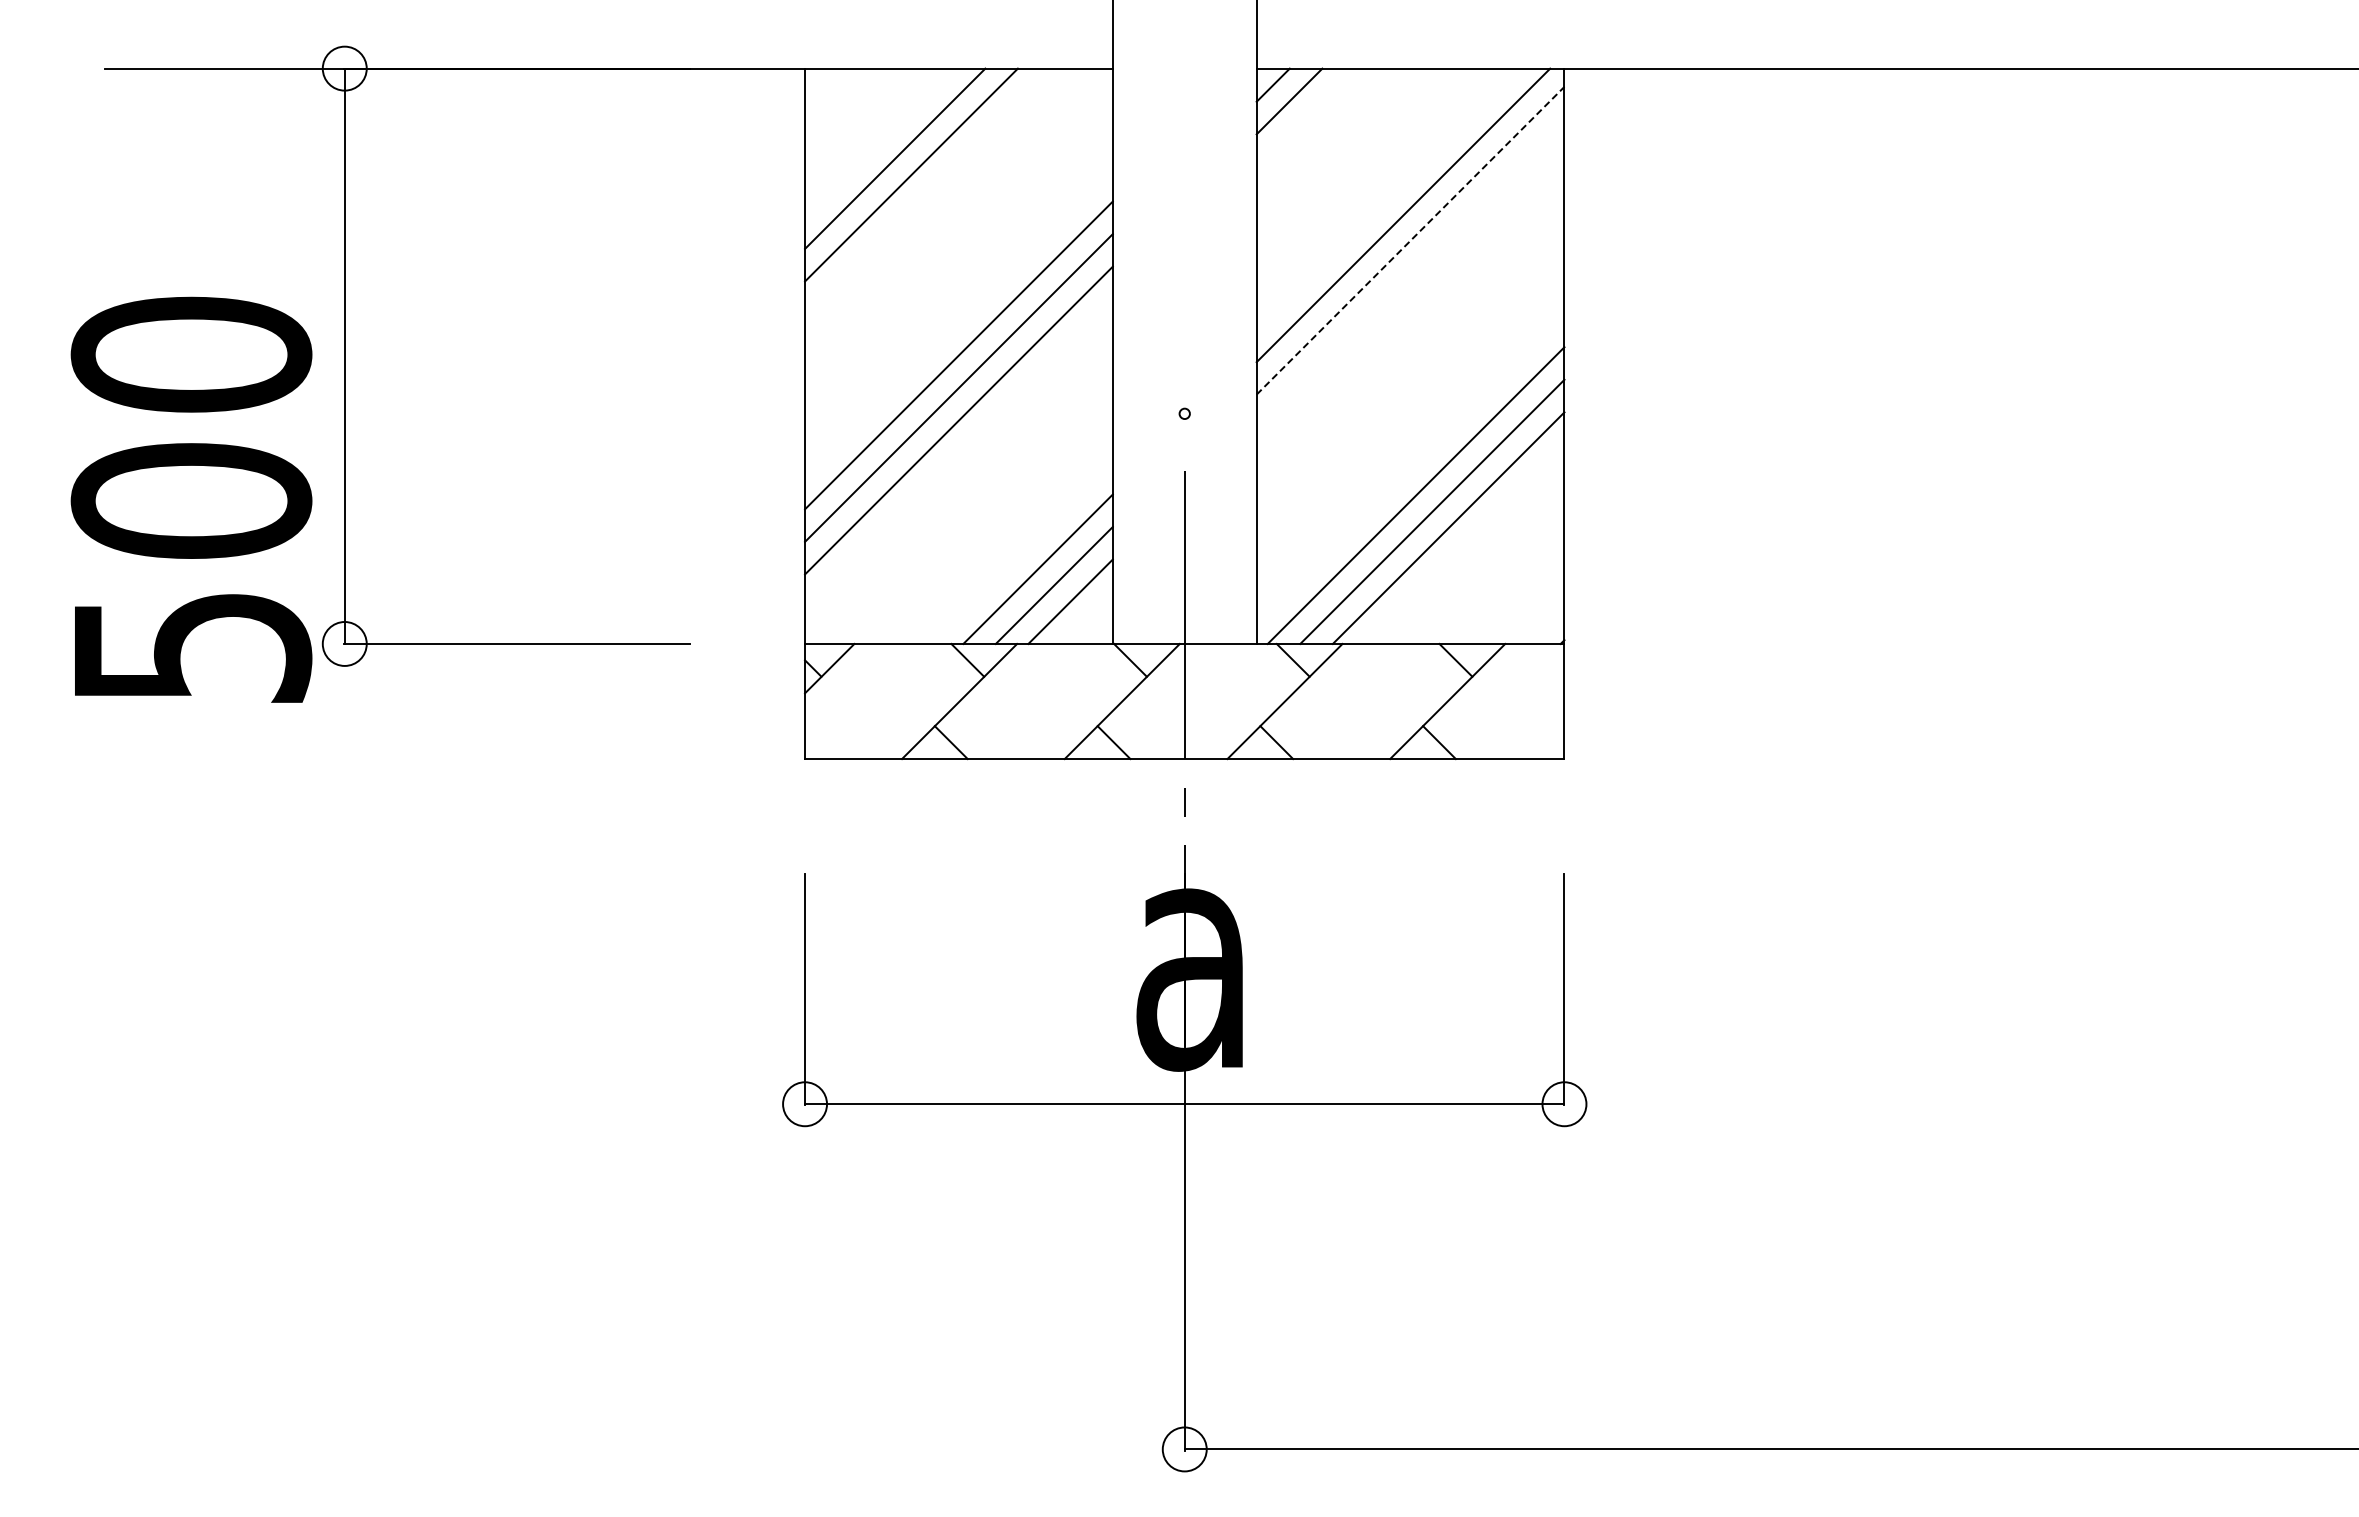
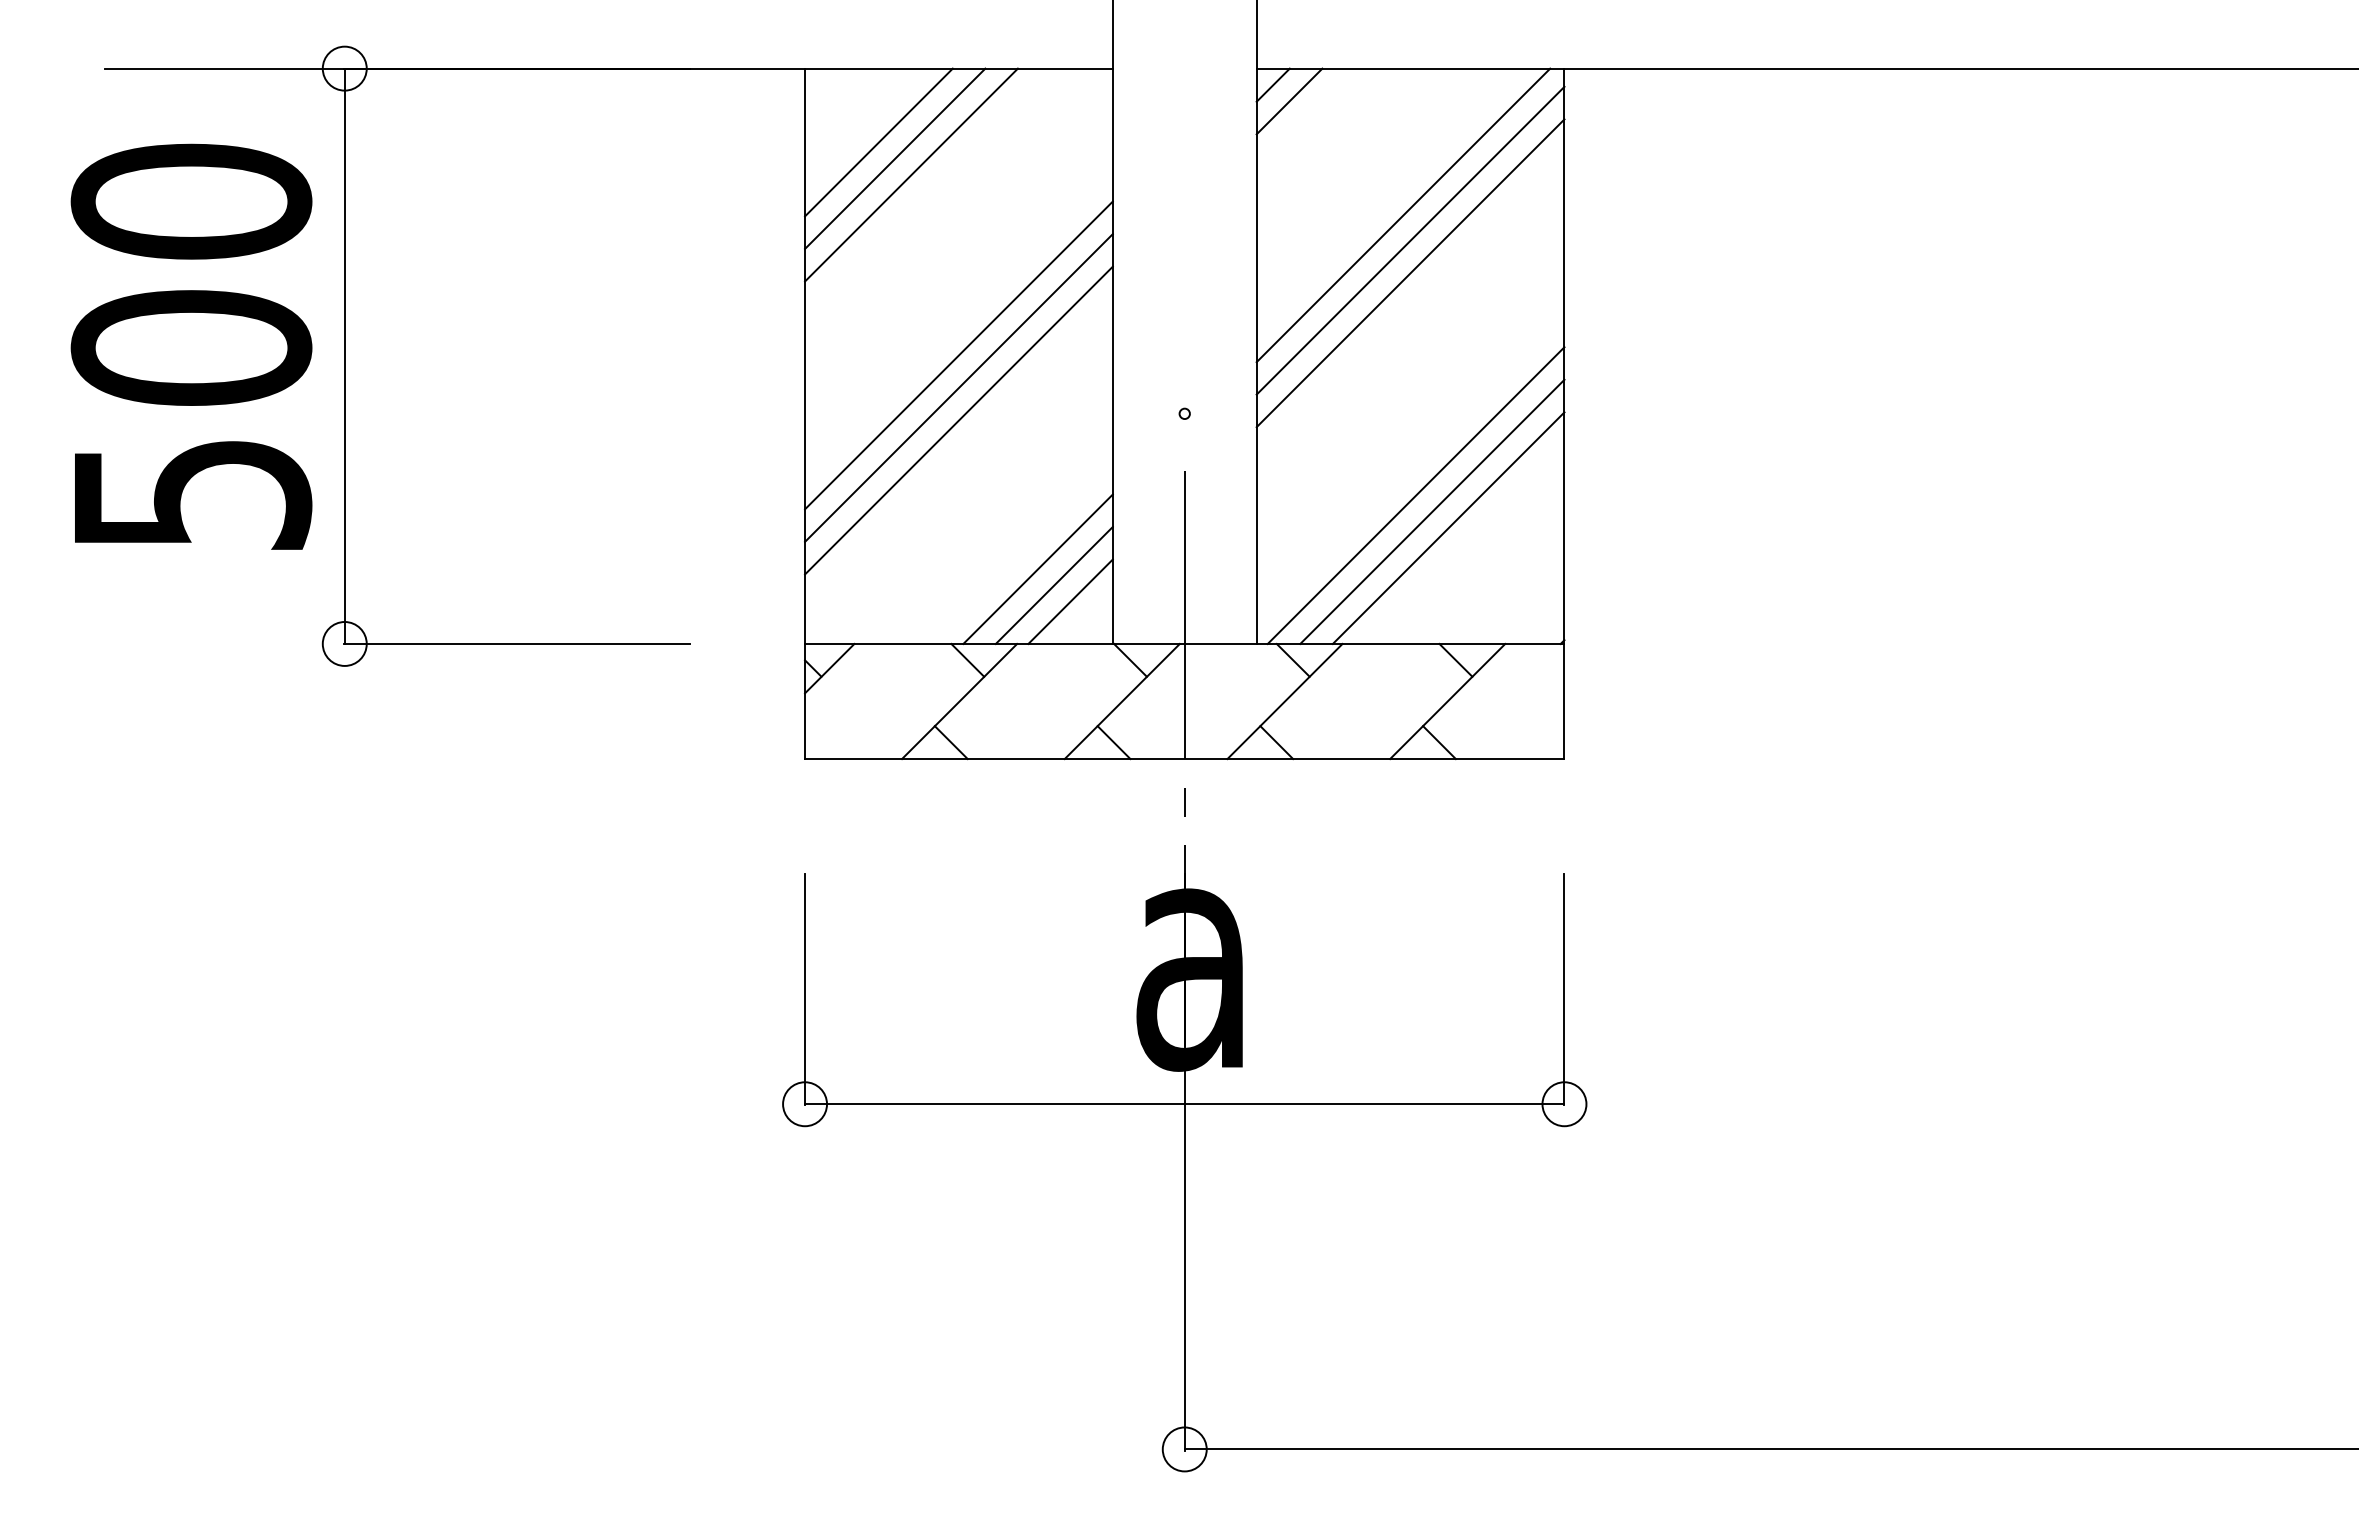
line at (878, 142): none -> present
line at (1410, 240): dashed -> solid
line at (1410, 273): none -> present
text at (191, 499) position: (191, 499) -> (191, 346)
